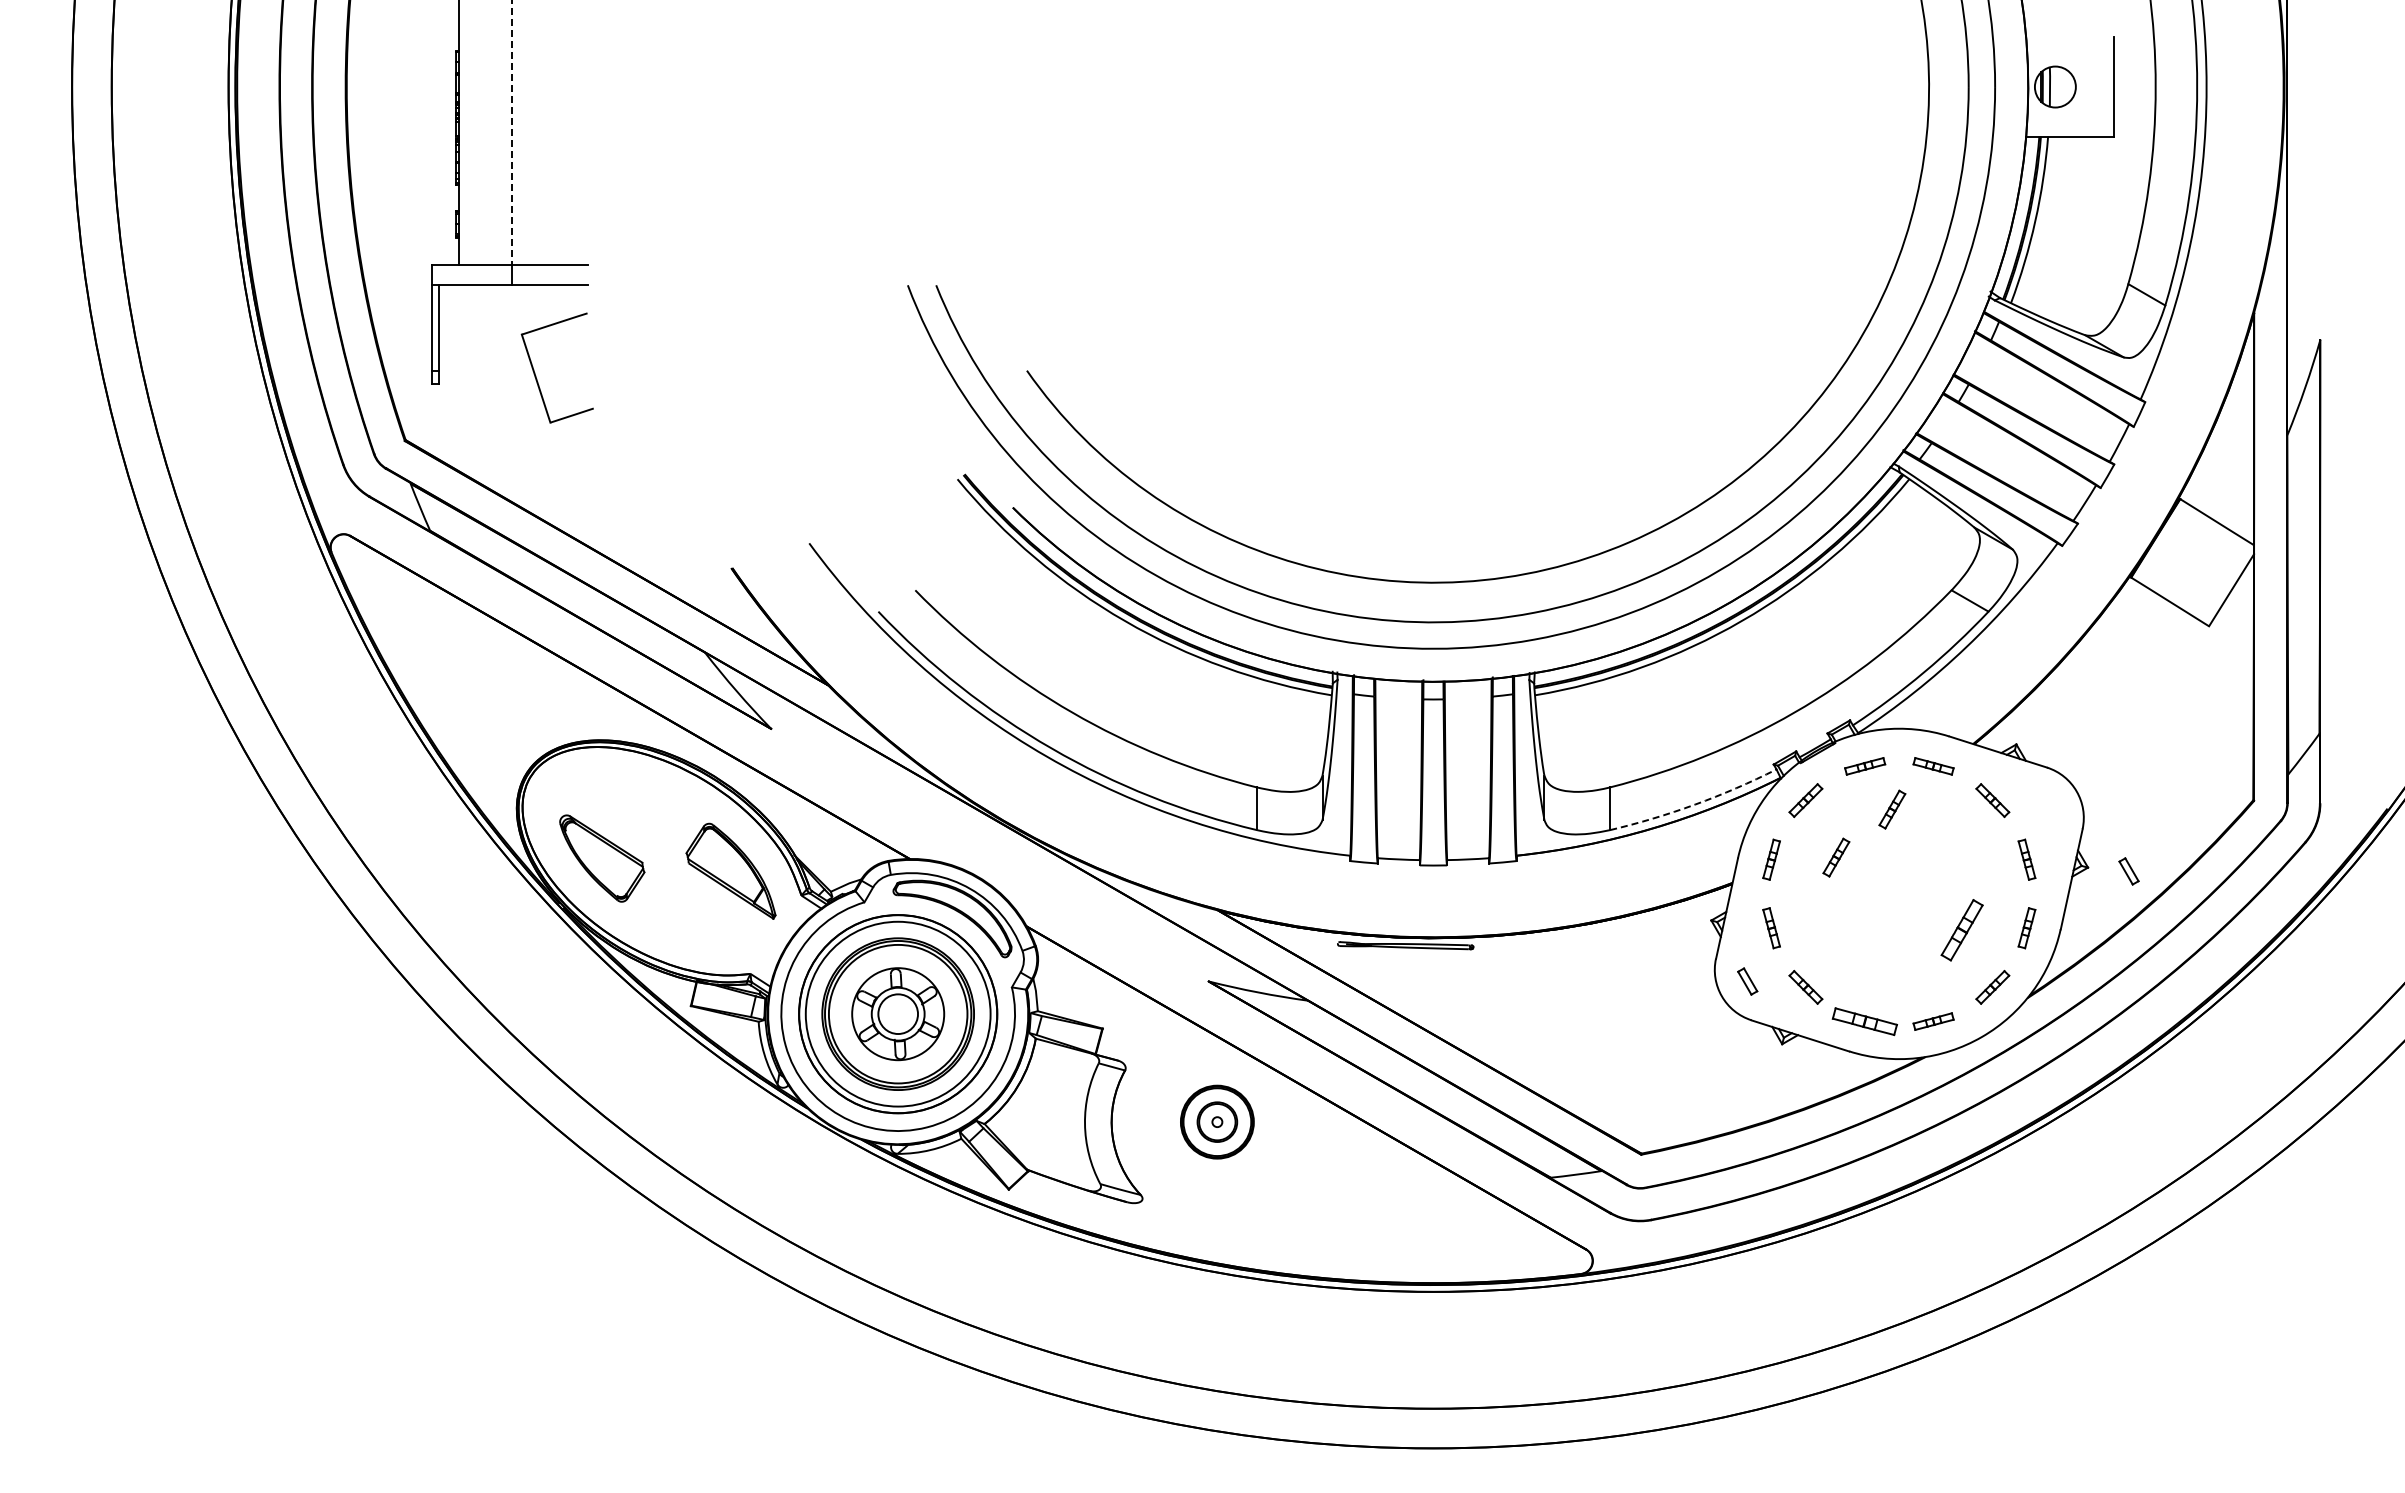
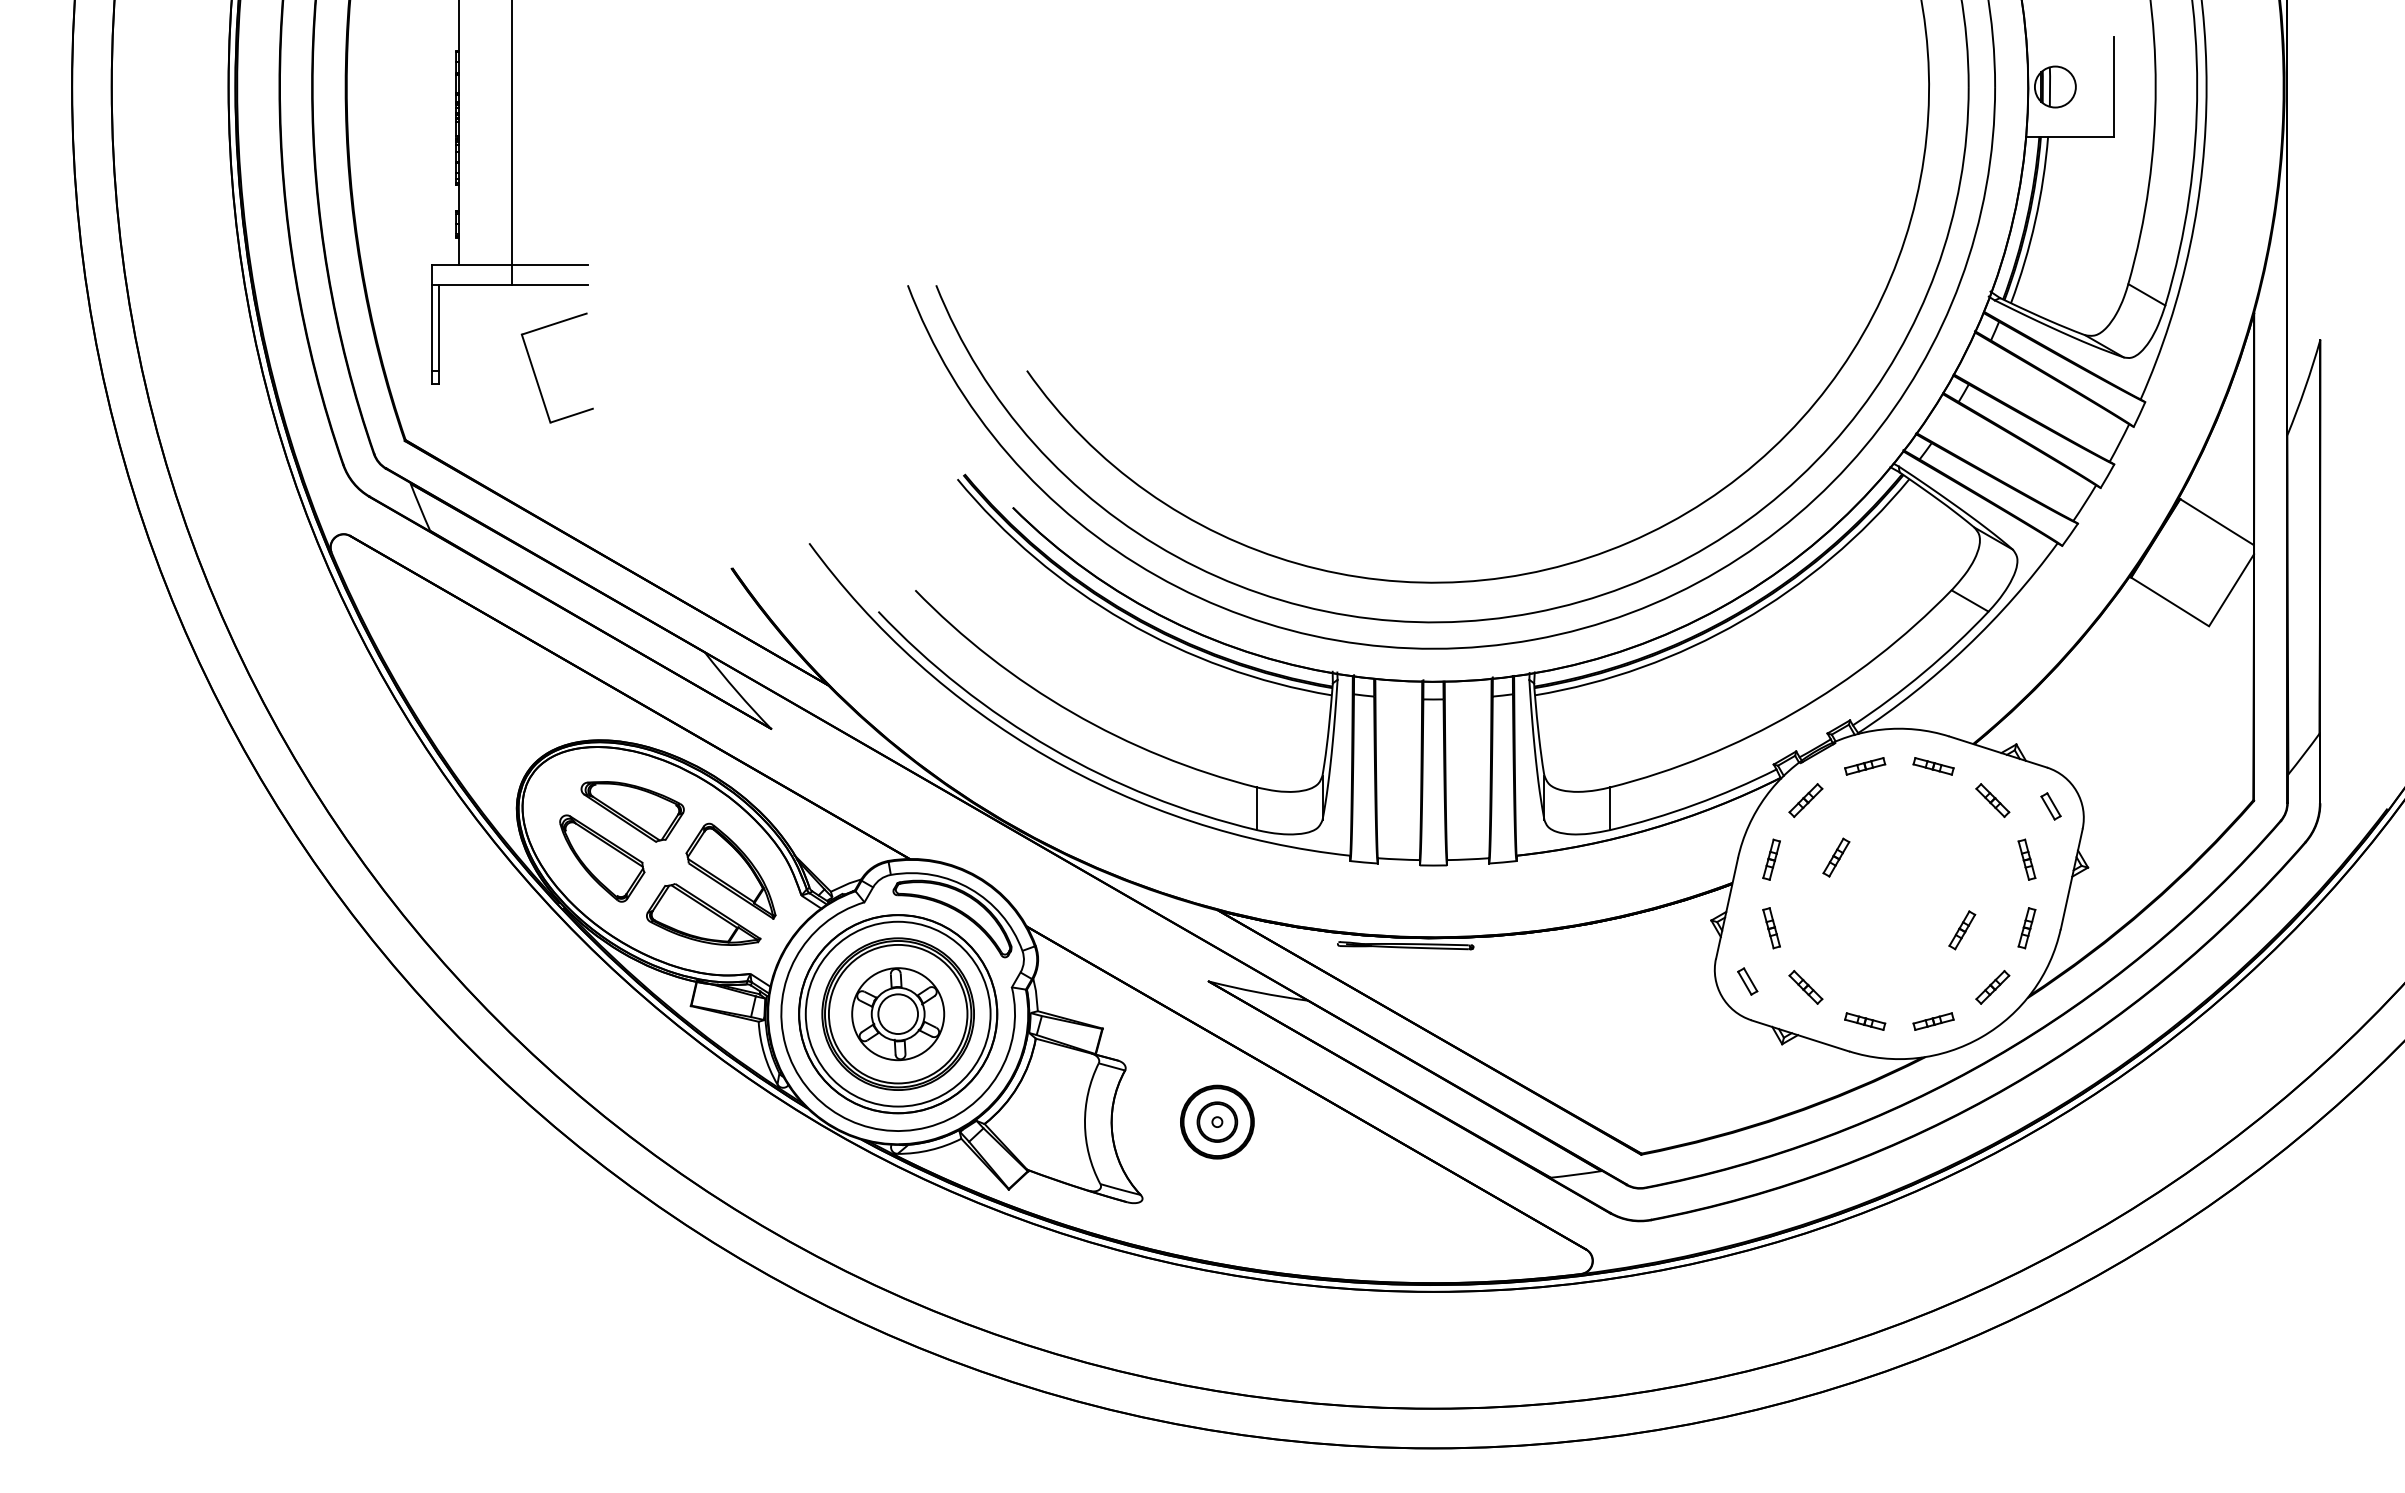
line at (511, 133): dashed -> solid
arc at (1695, 804): dashed -> solid
part at (1892, 809): present -> none
part at (632, 811): none -> present
part at (2128, 871) position: (2128, 871) -> (2050, 806)
part at (703, 914): none -> present
part at (1961, 930) size: 44x63 px -> 29x41 px
part at (1864, 1021) size: 67x30 px -> 43x19 px
